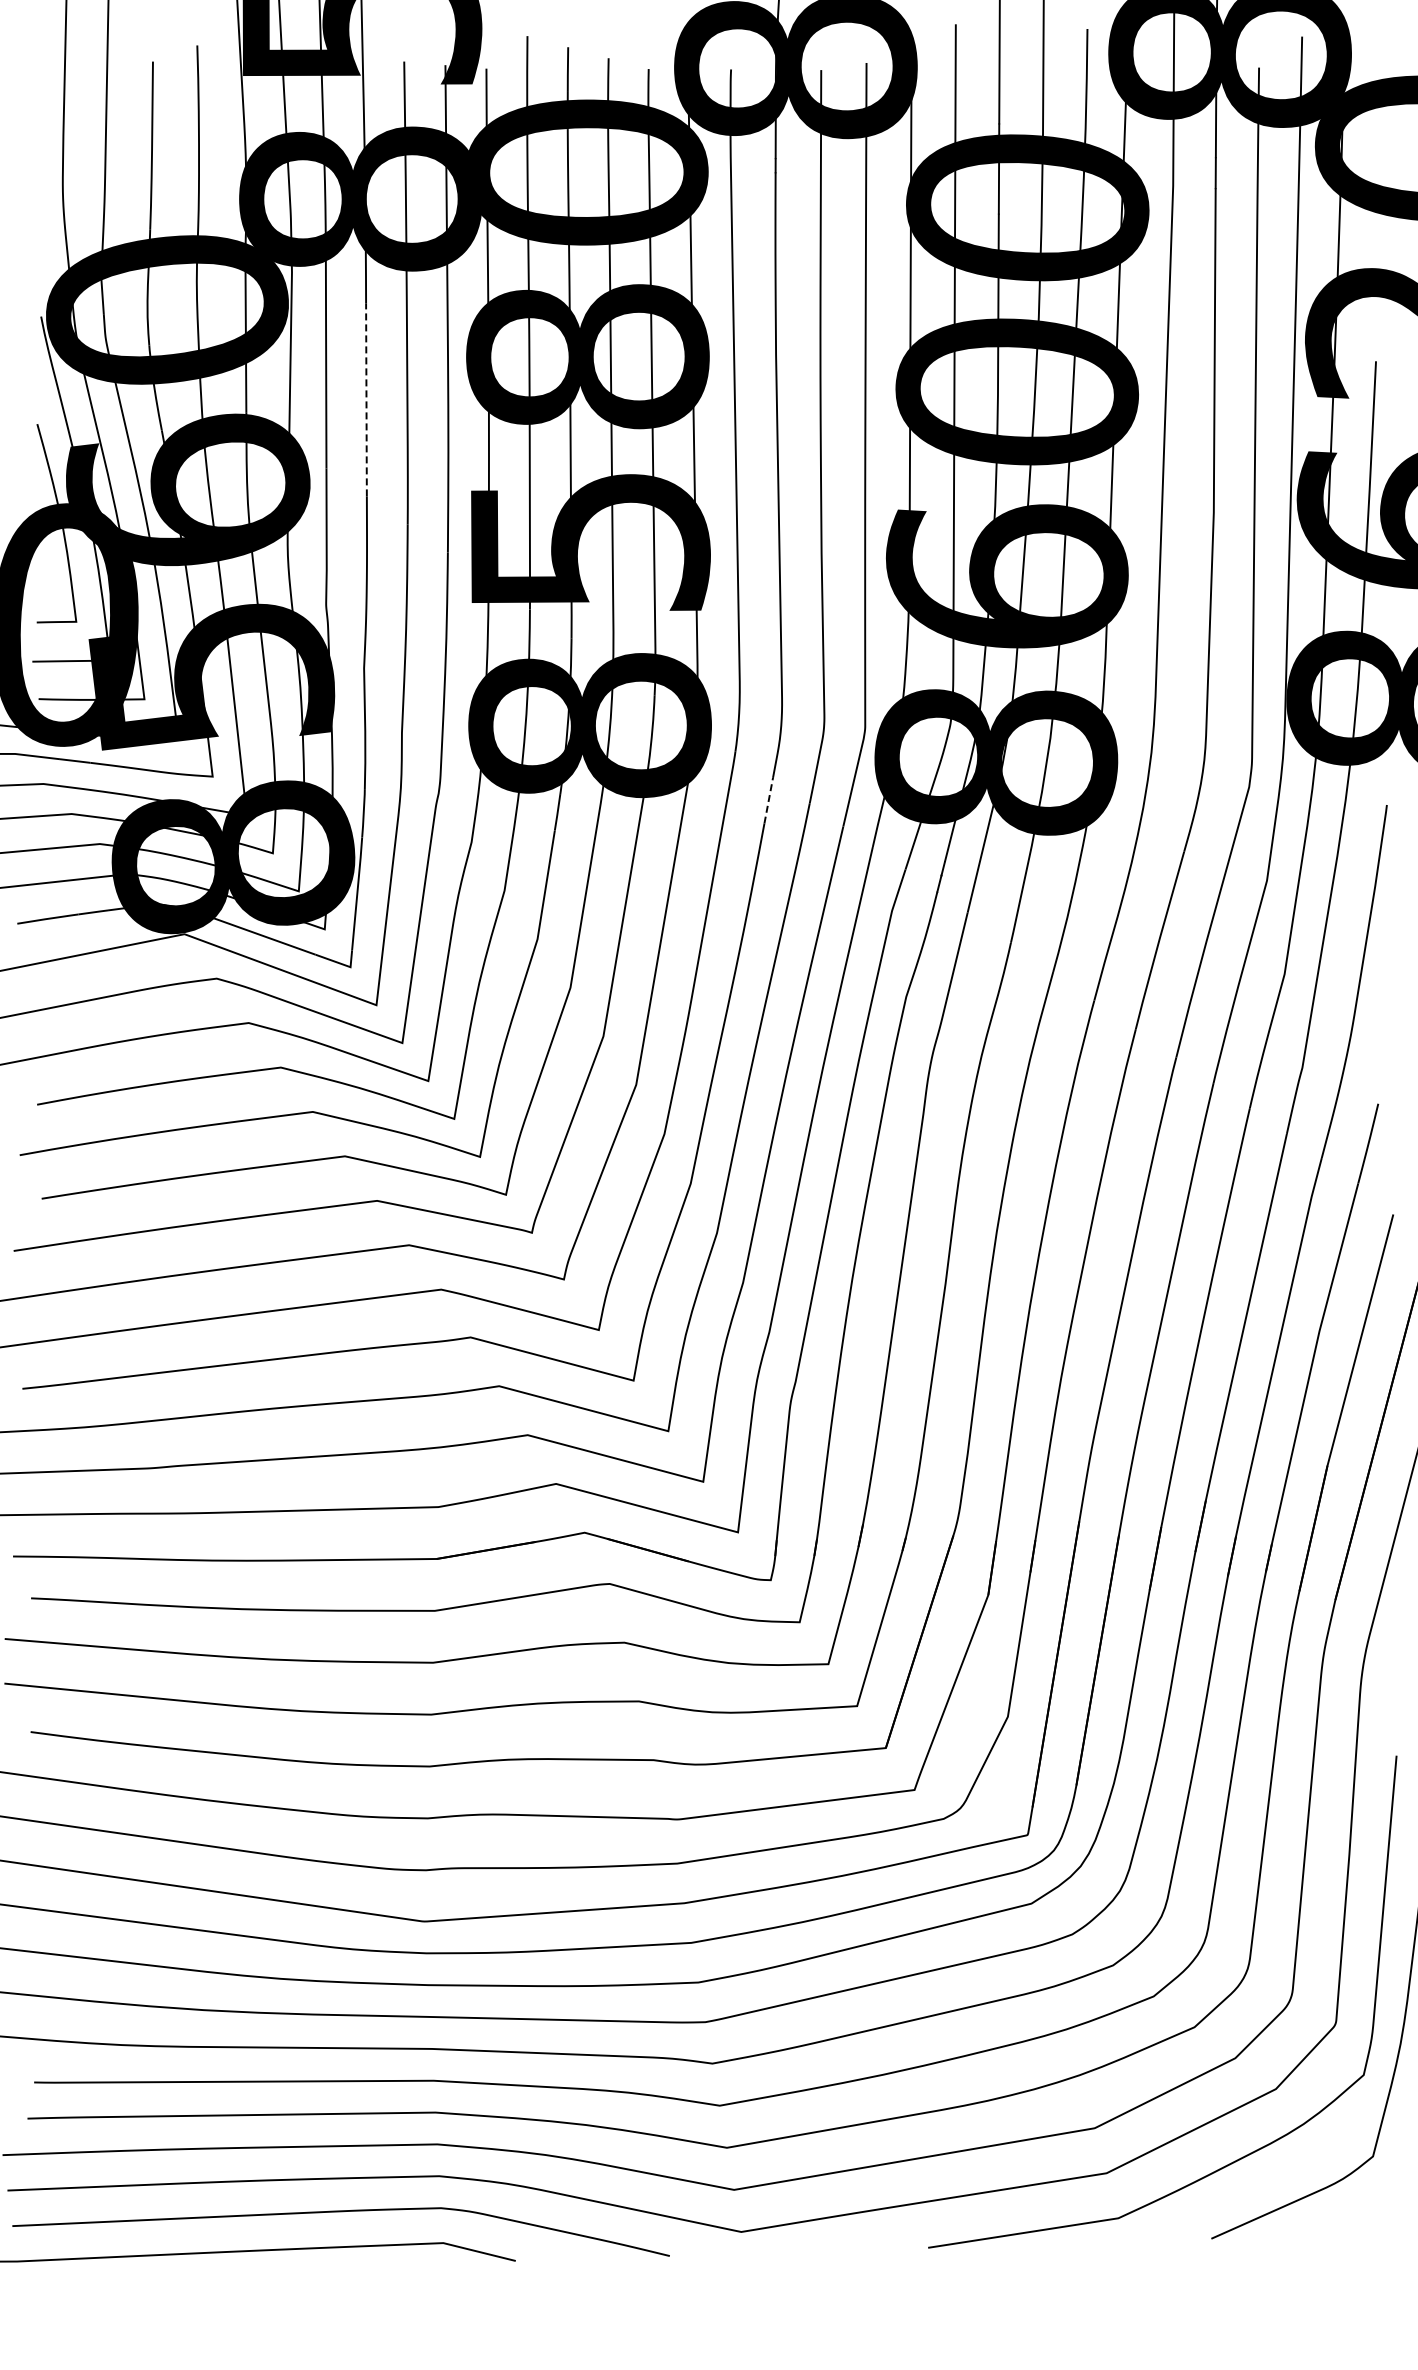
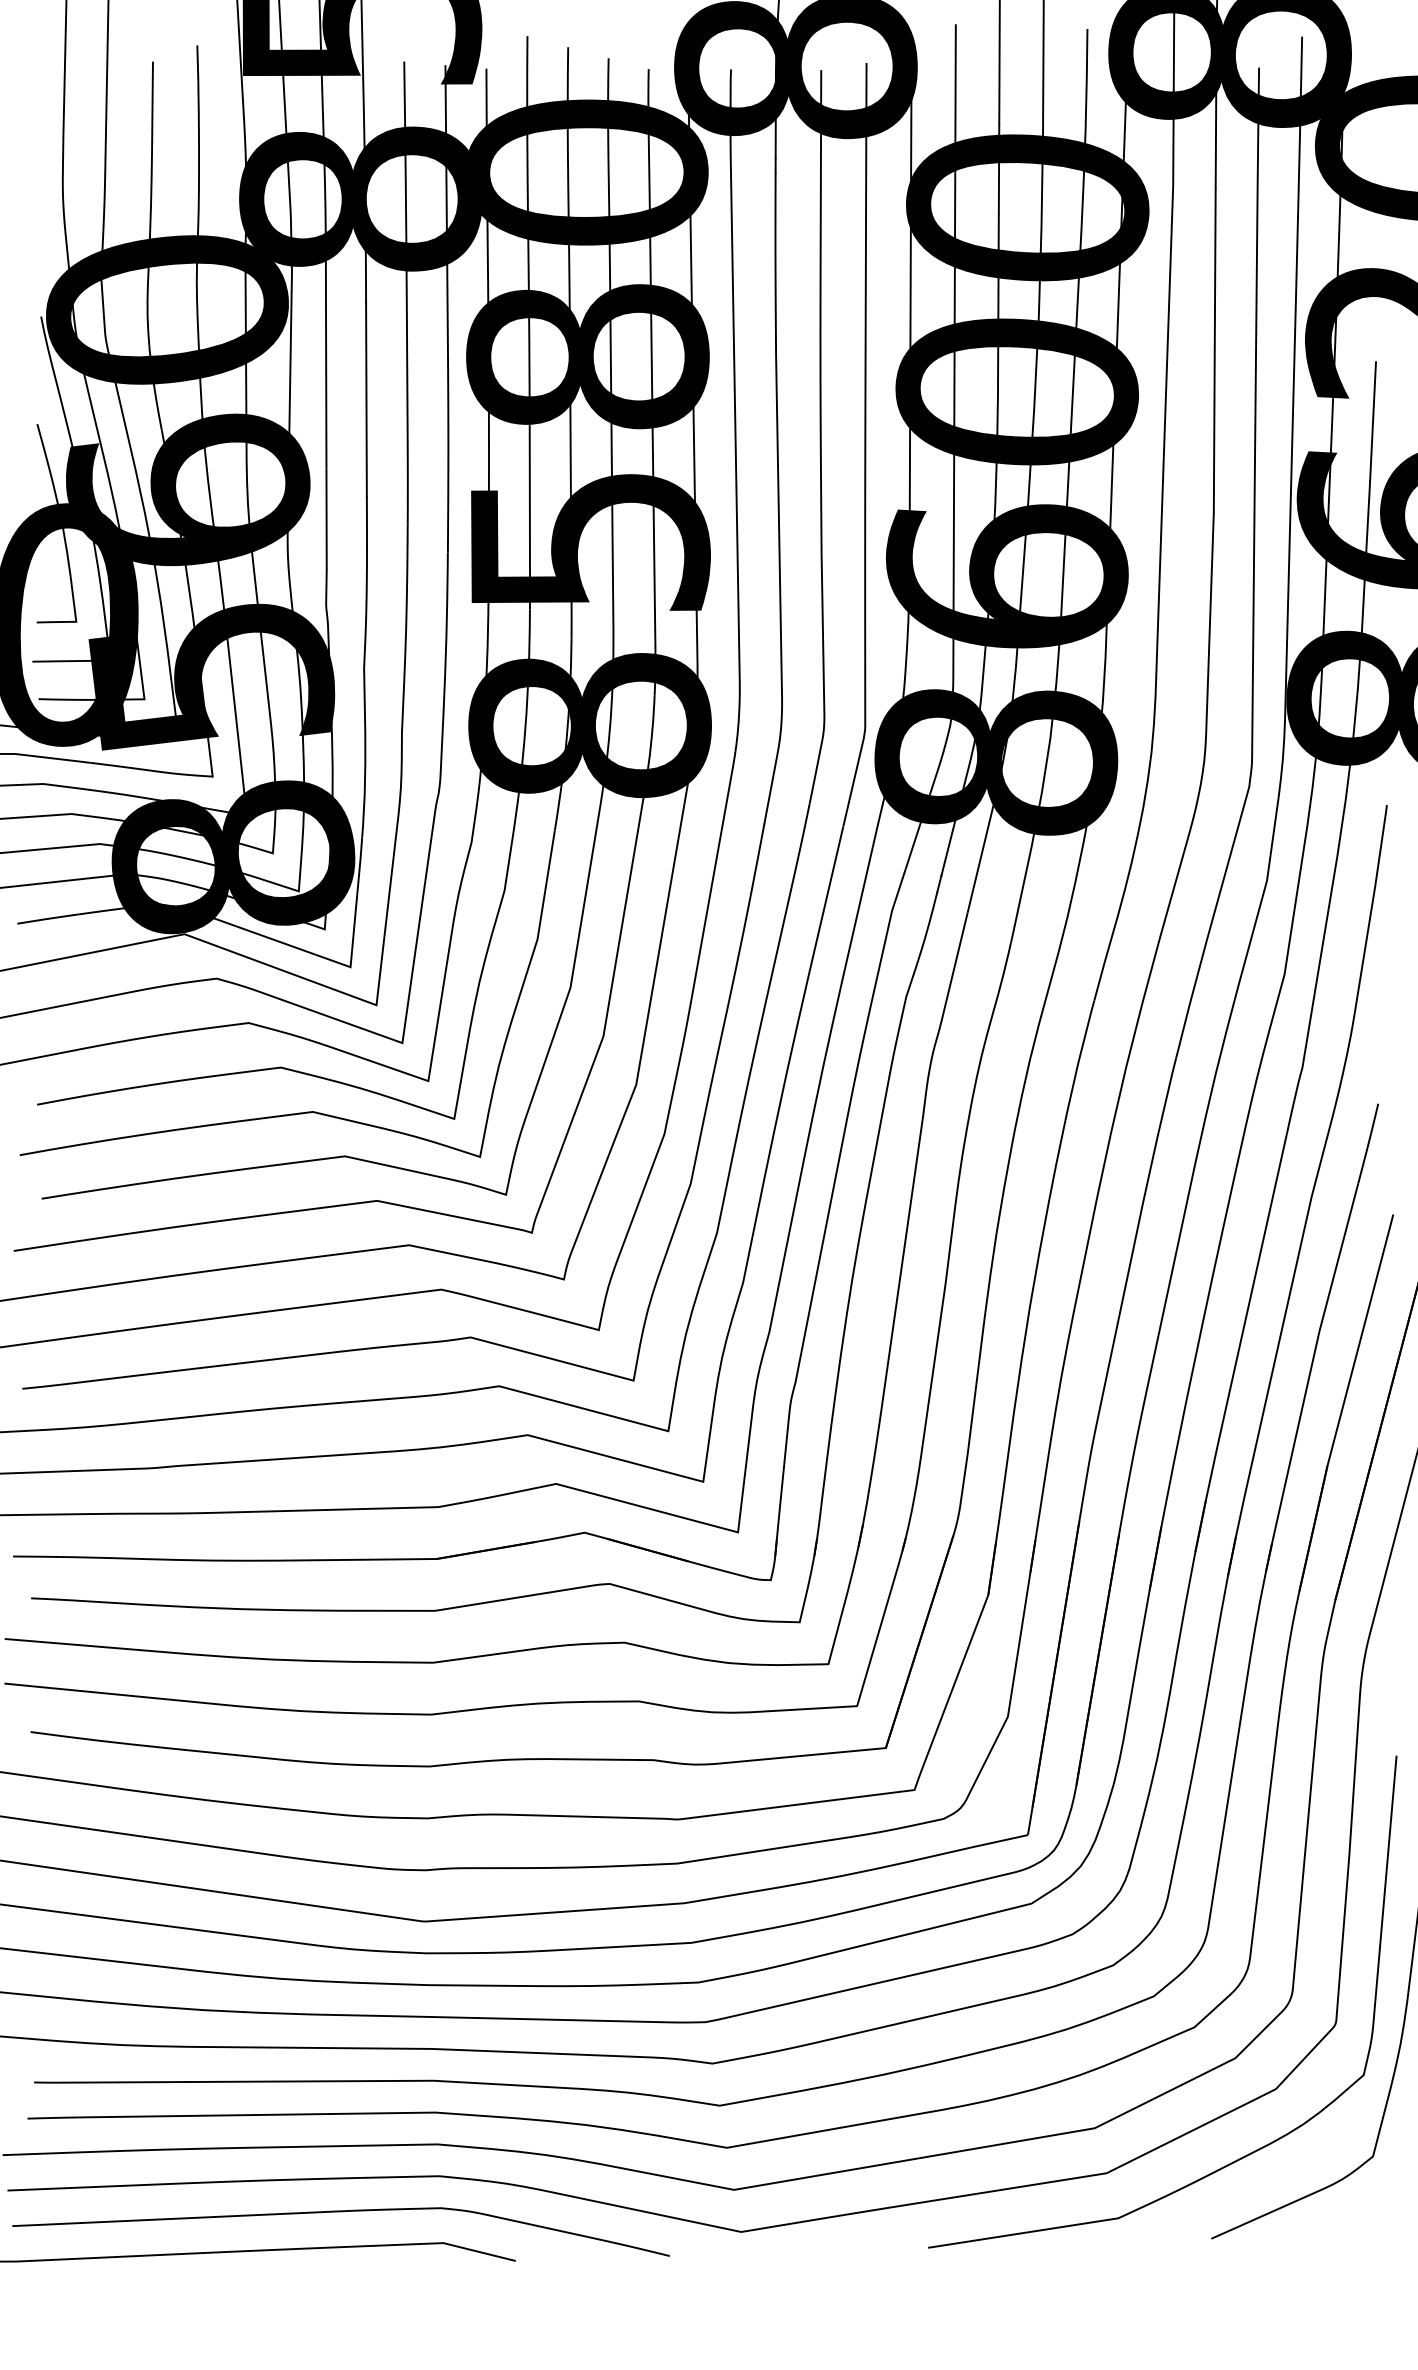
line at (366, 399): dashed -> solid
line at (768, 800): dashed -> solid
